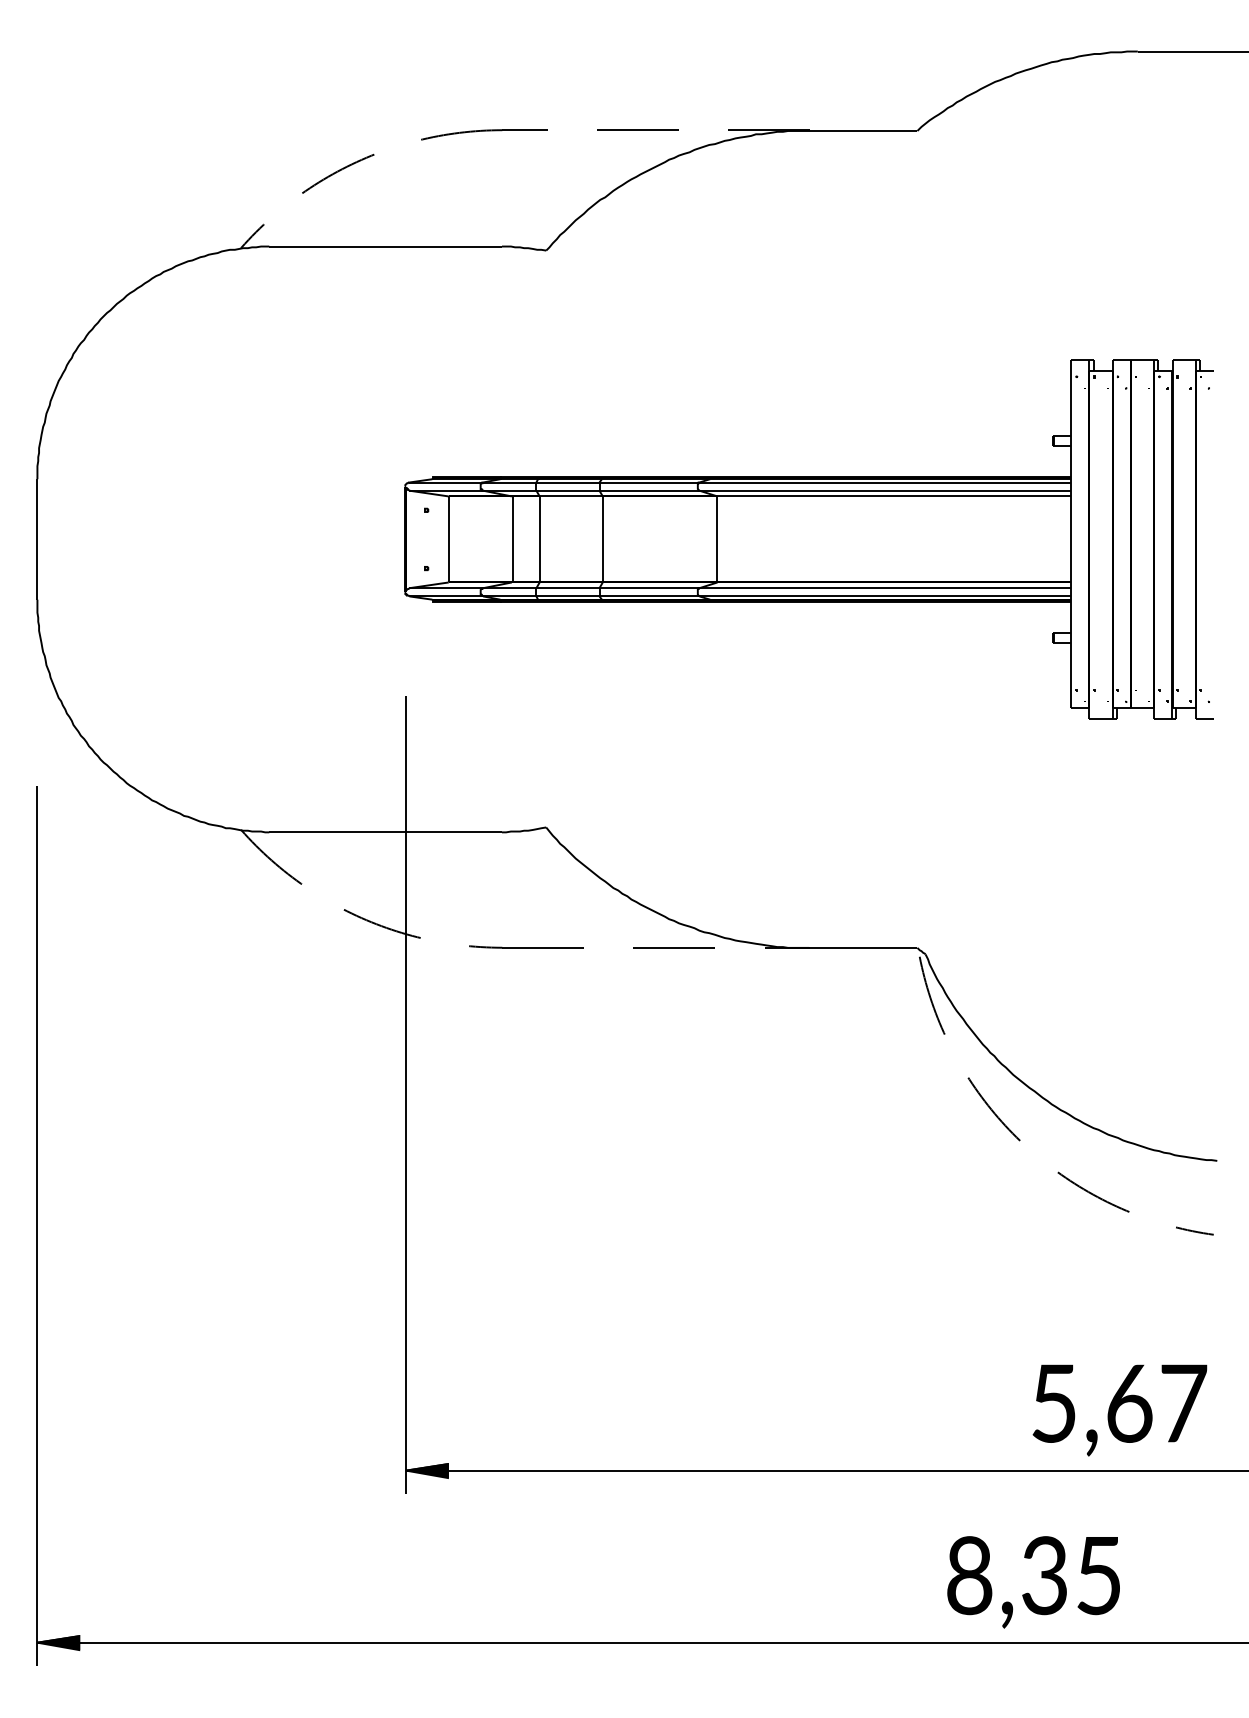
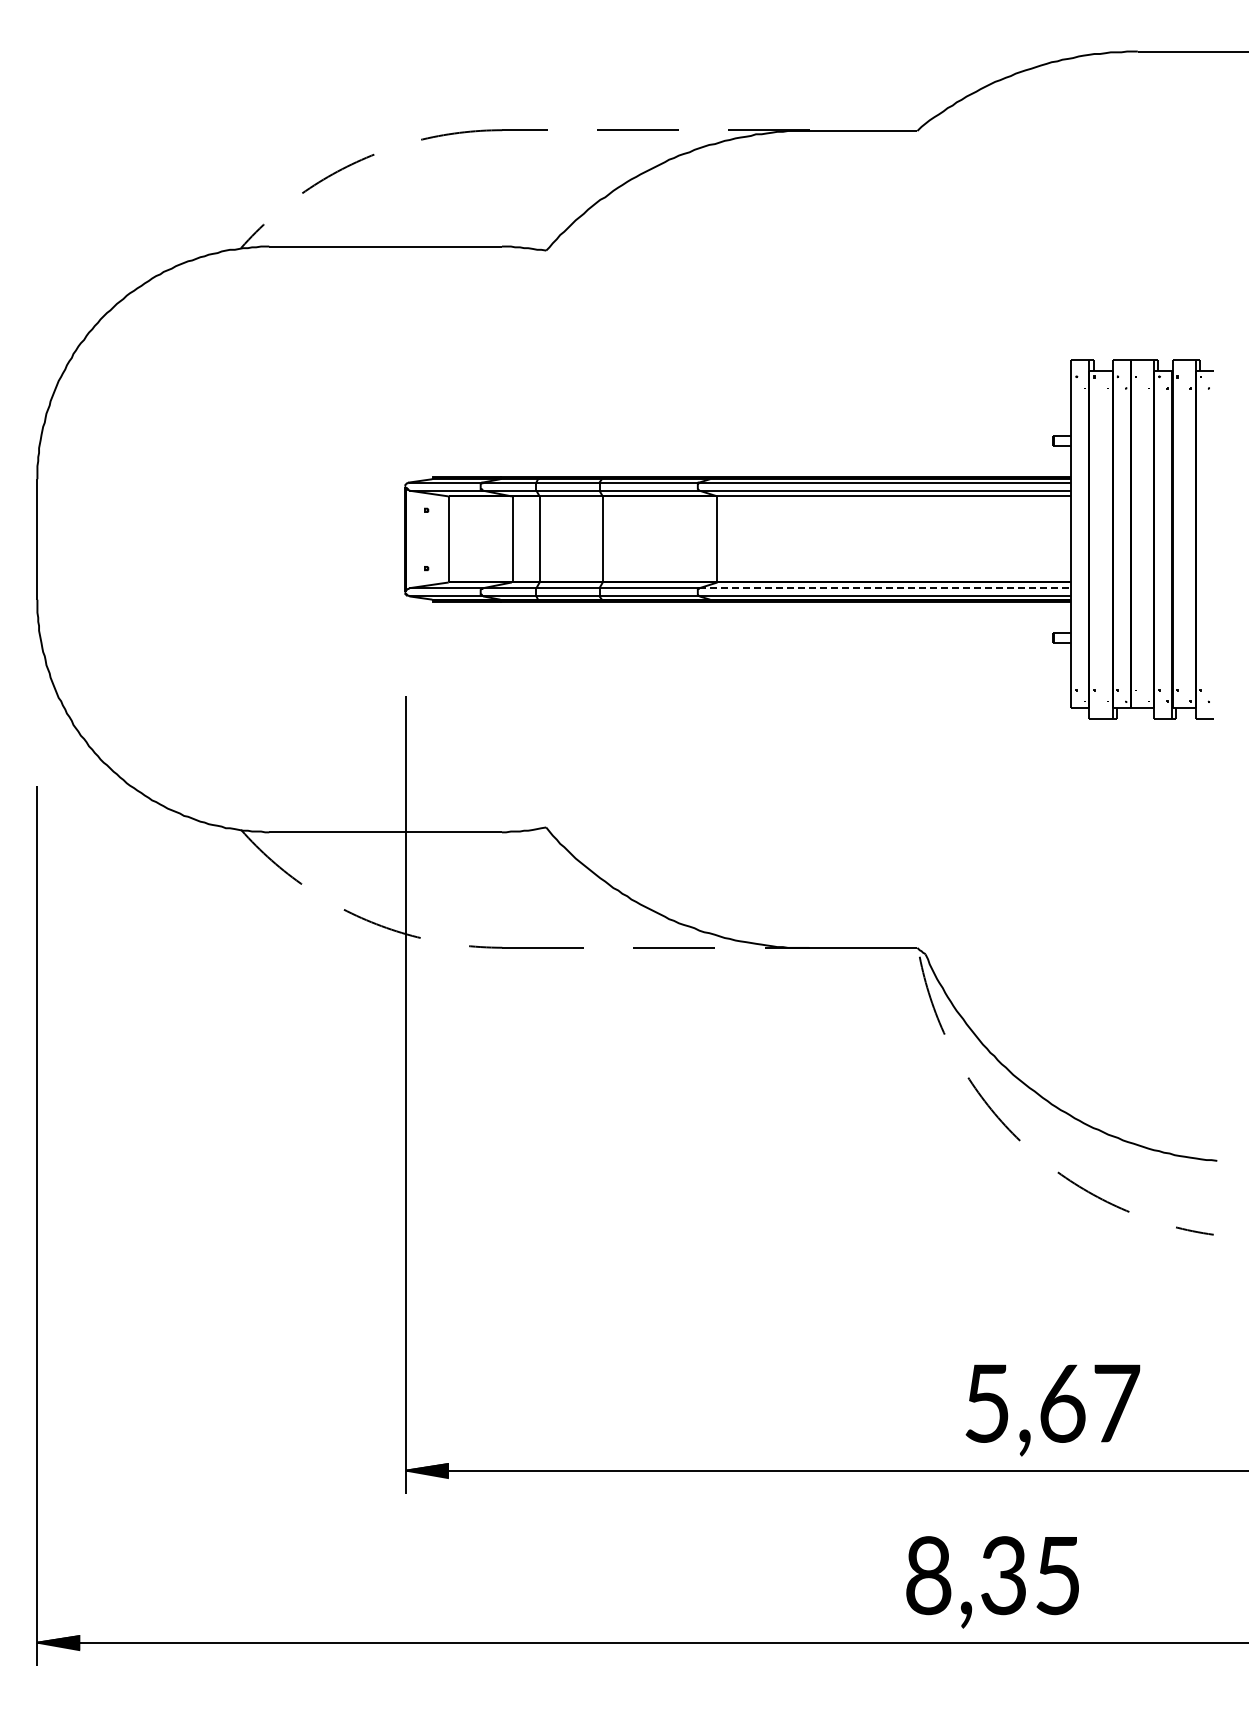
line at (885, 588): solid -> dashed
text at (1119, 1410) position: (1119, 1410) -> (1052, 1410)
text at (1033, 1582) position: (1033, 1582) -> (992, 1582)
